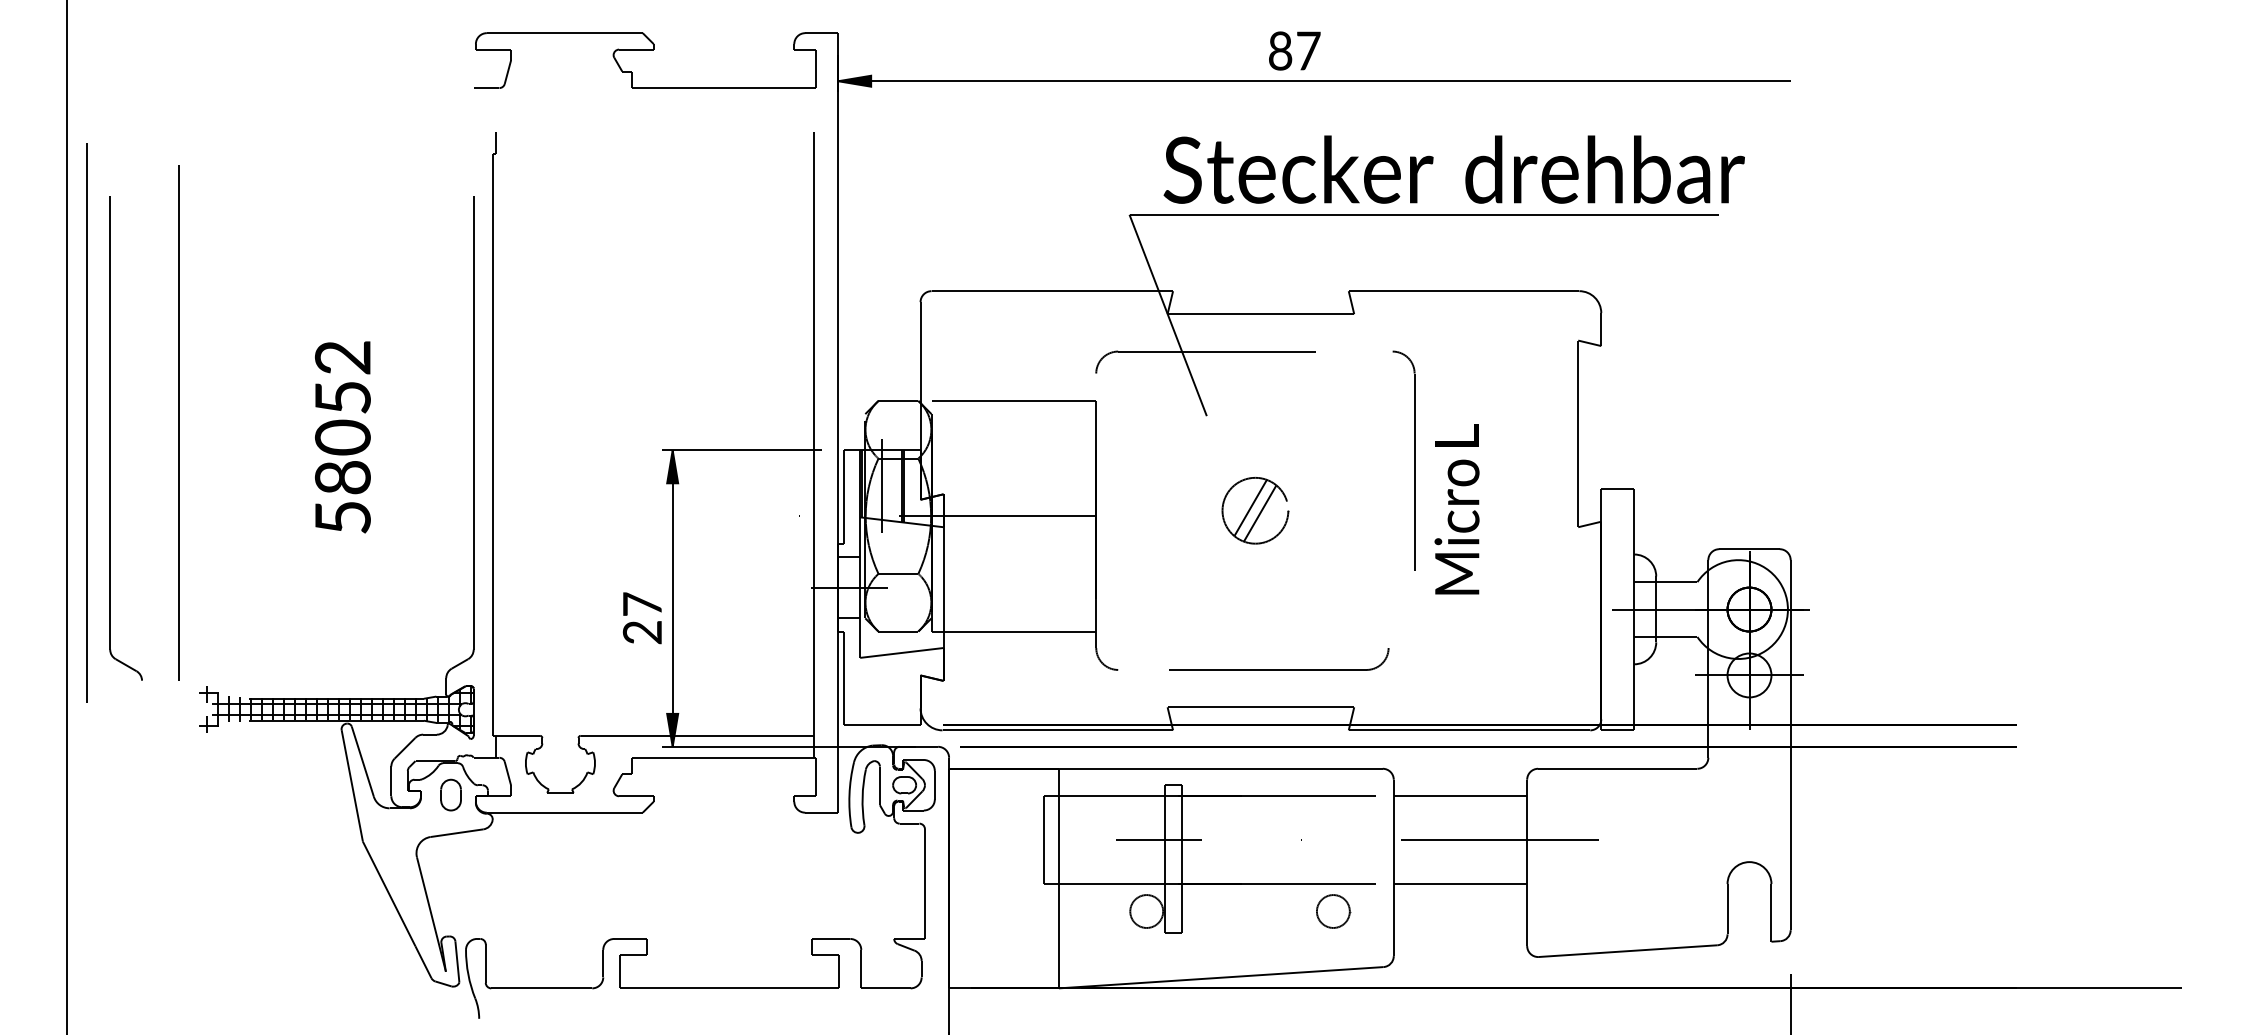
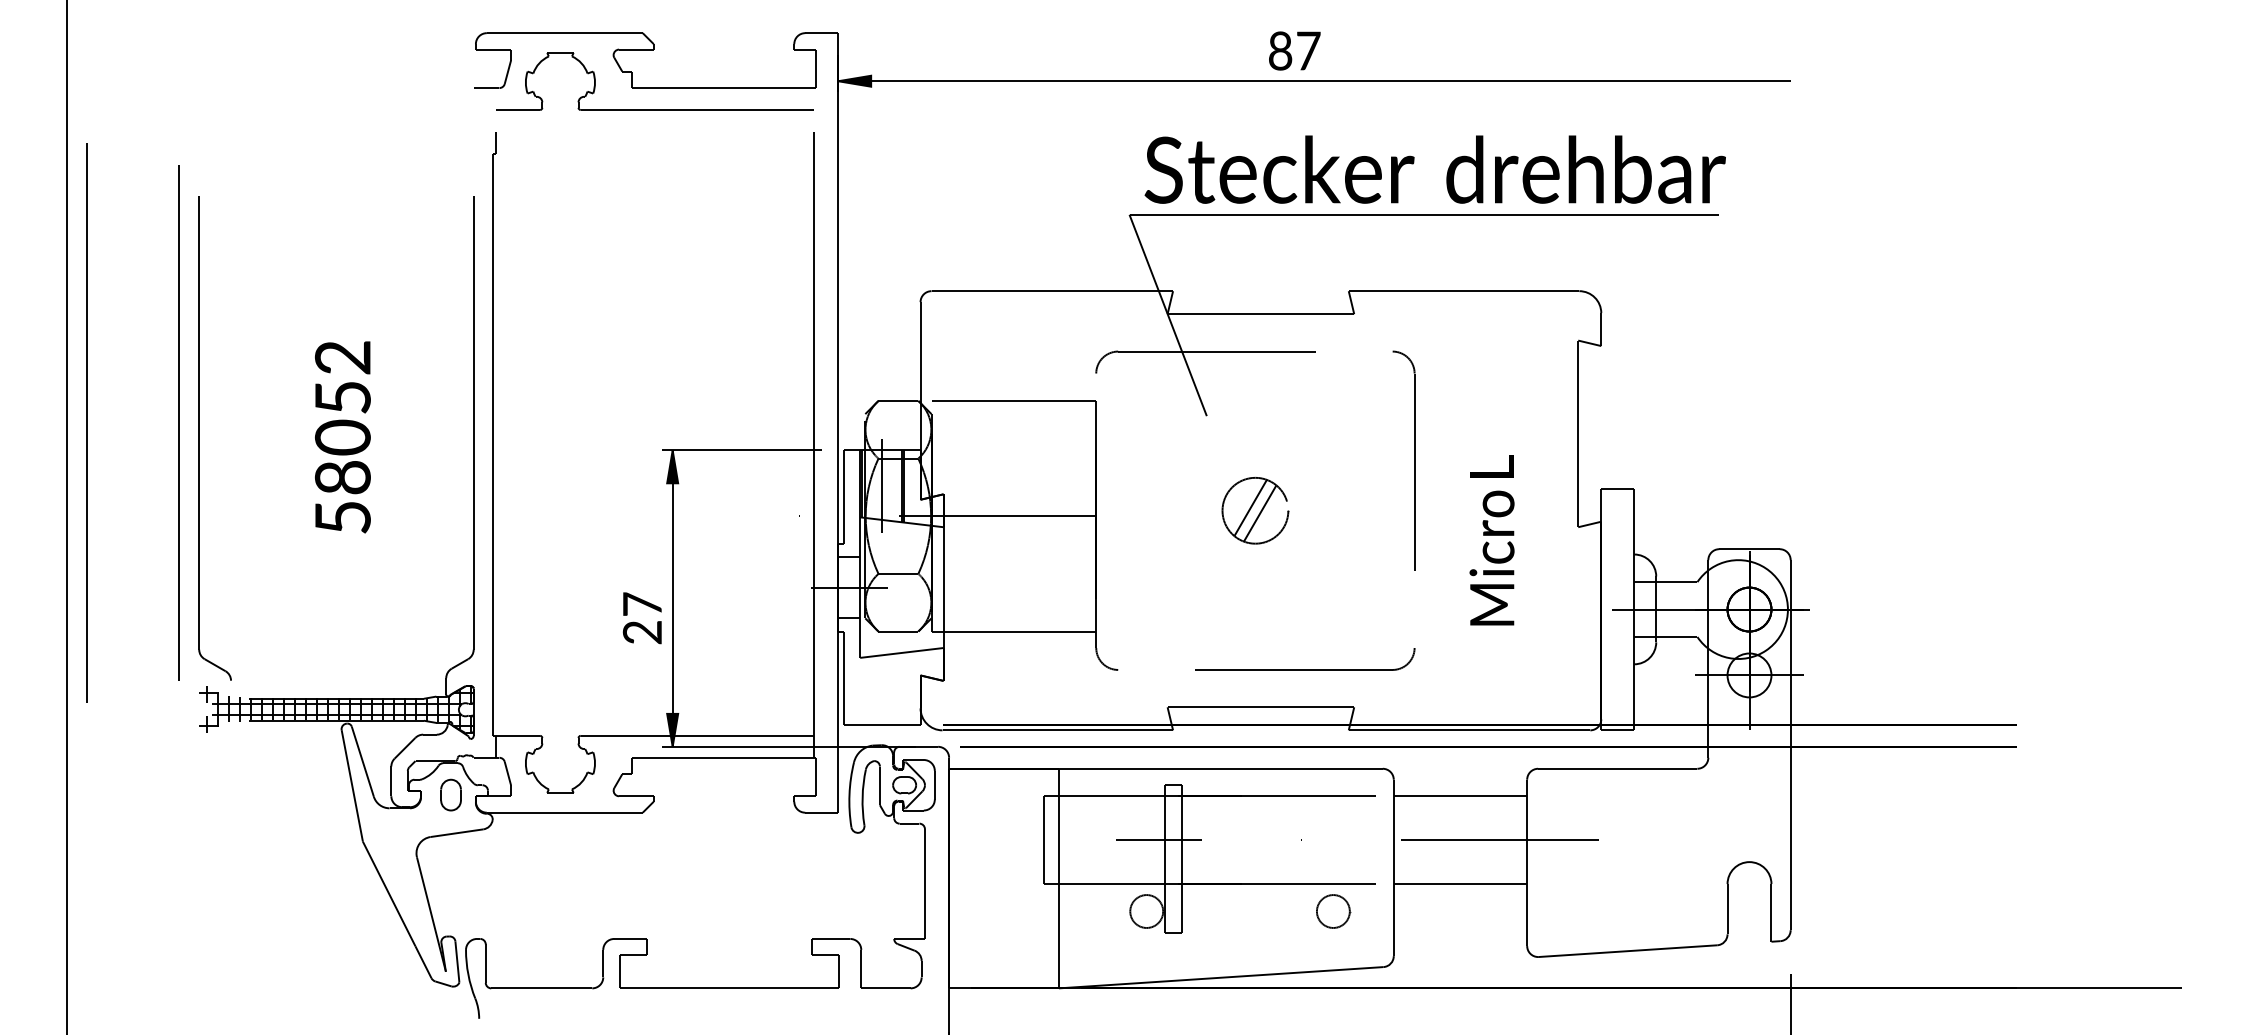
part at (654, 109): none -> present
text at (1453, 169) position: (1453, 169) -> (1434, 169)
part at (110, 438) position: (110, 438) -> (199, 438)
text at (1456, 509) position: (1456, 509) -> (1491, 540)
part at (1279, 669) position: (1279, 669) -> (1305, 669)
